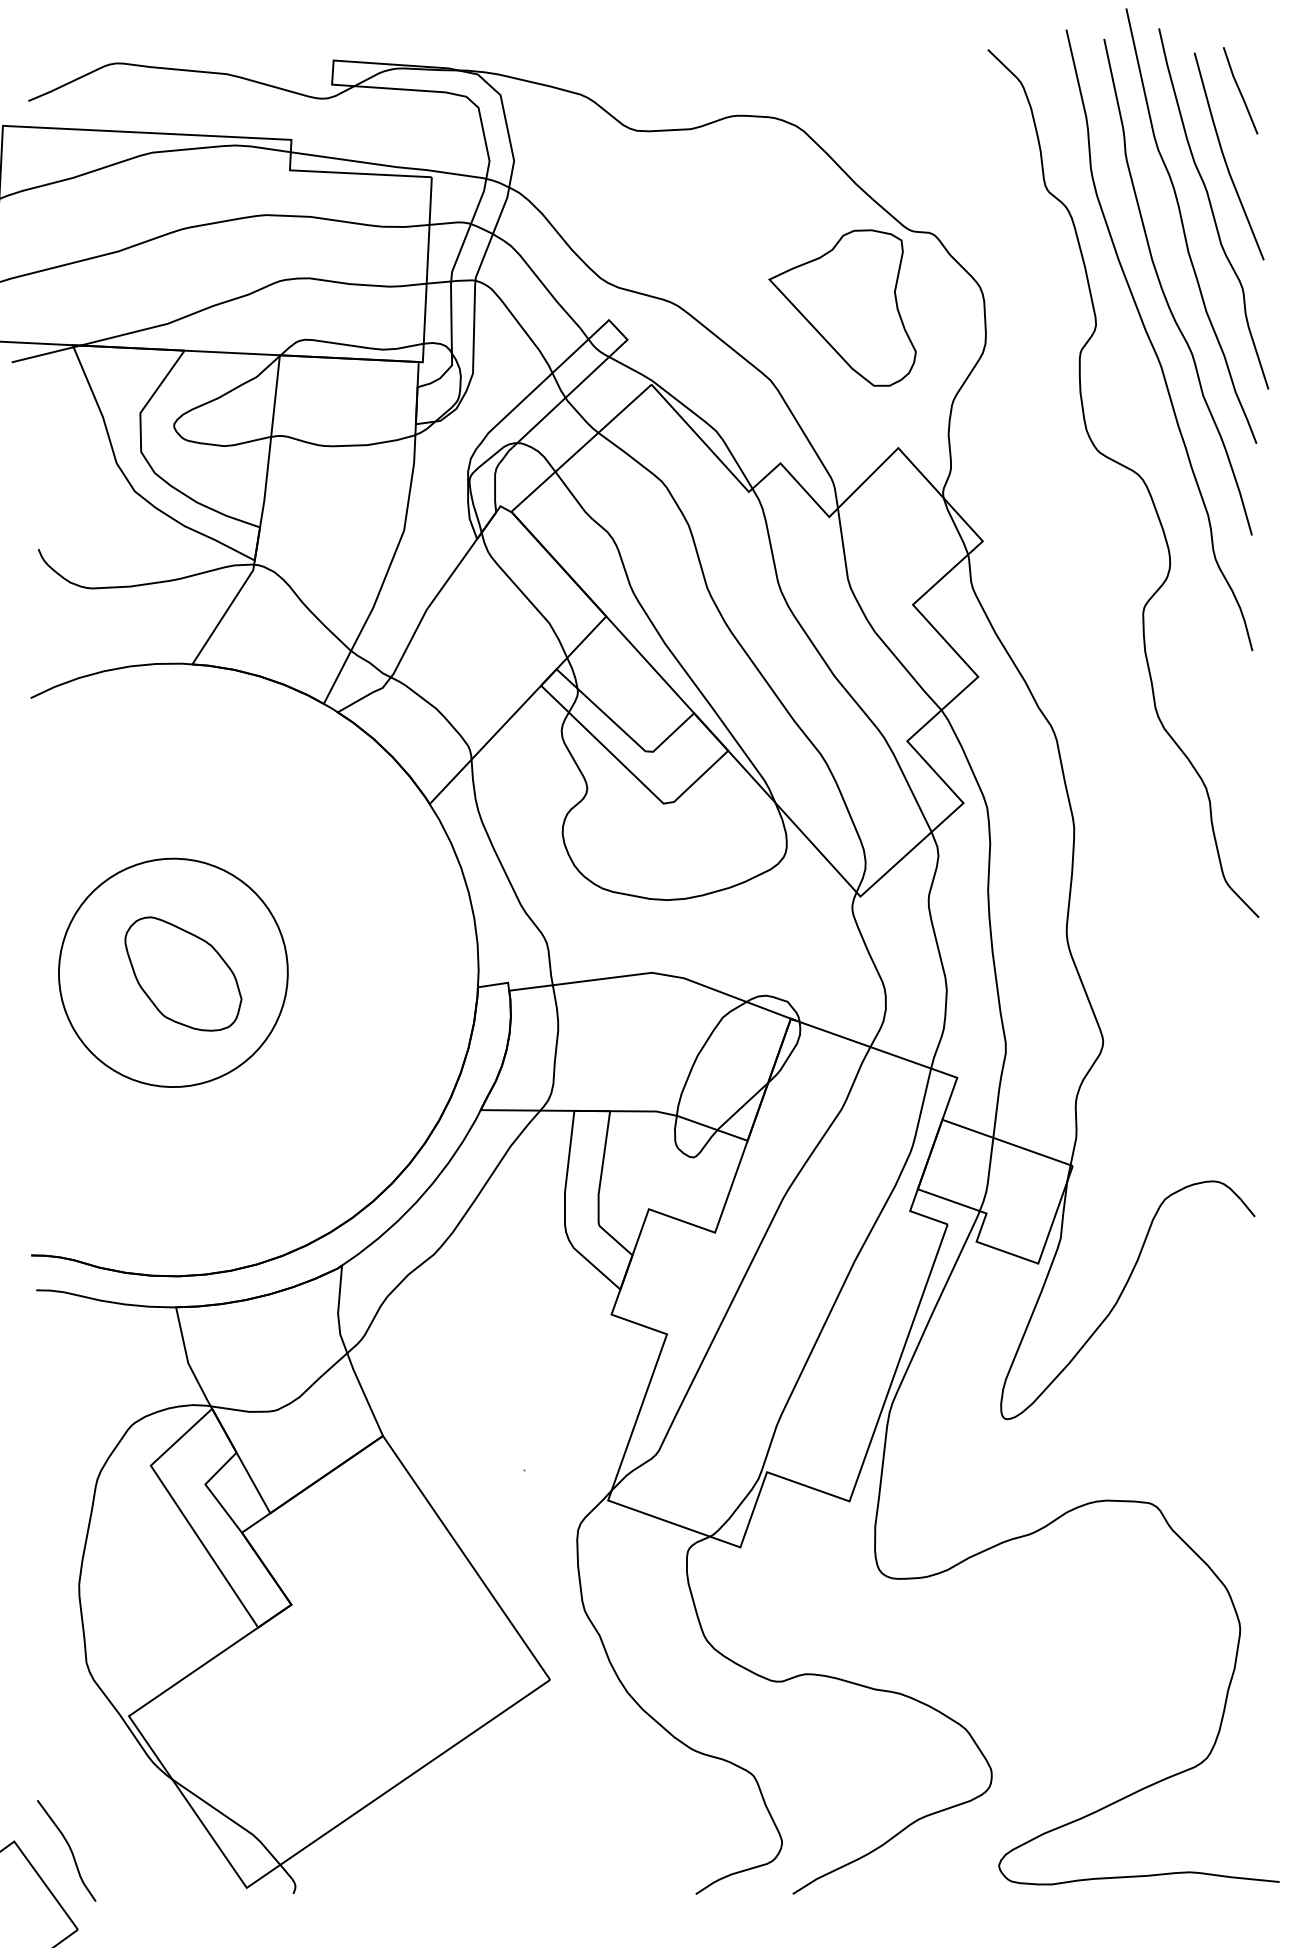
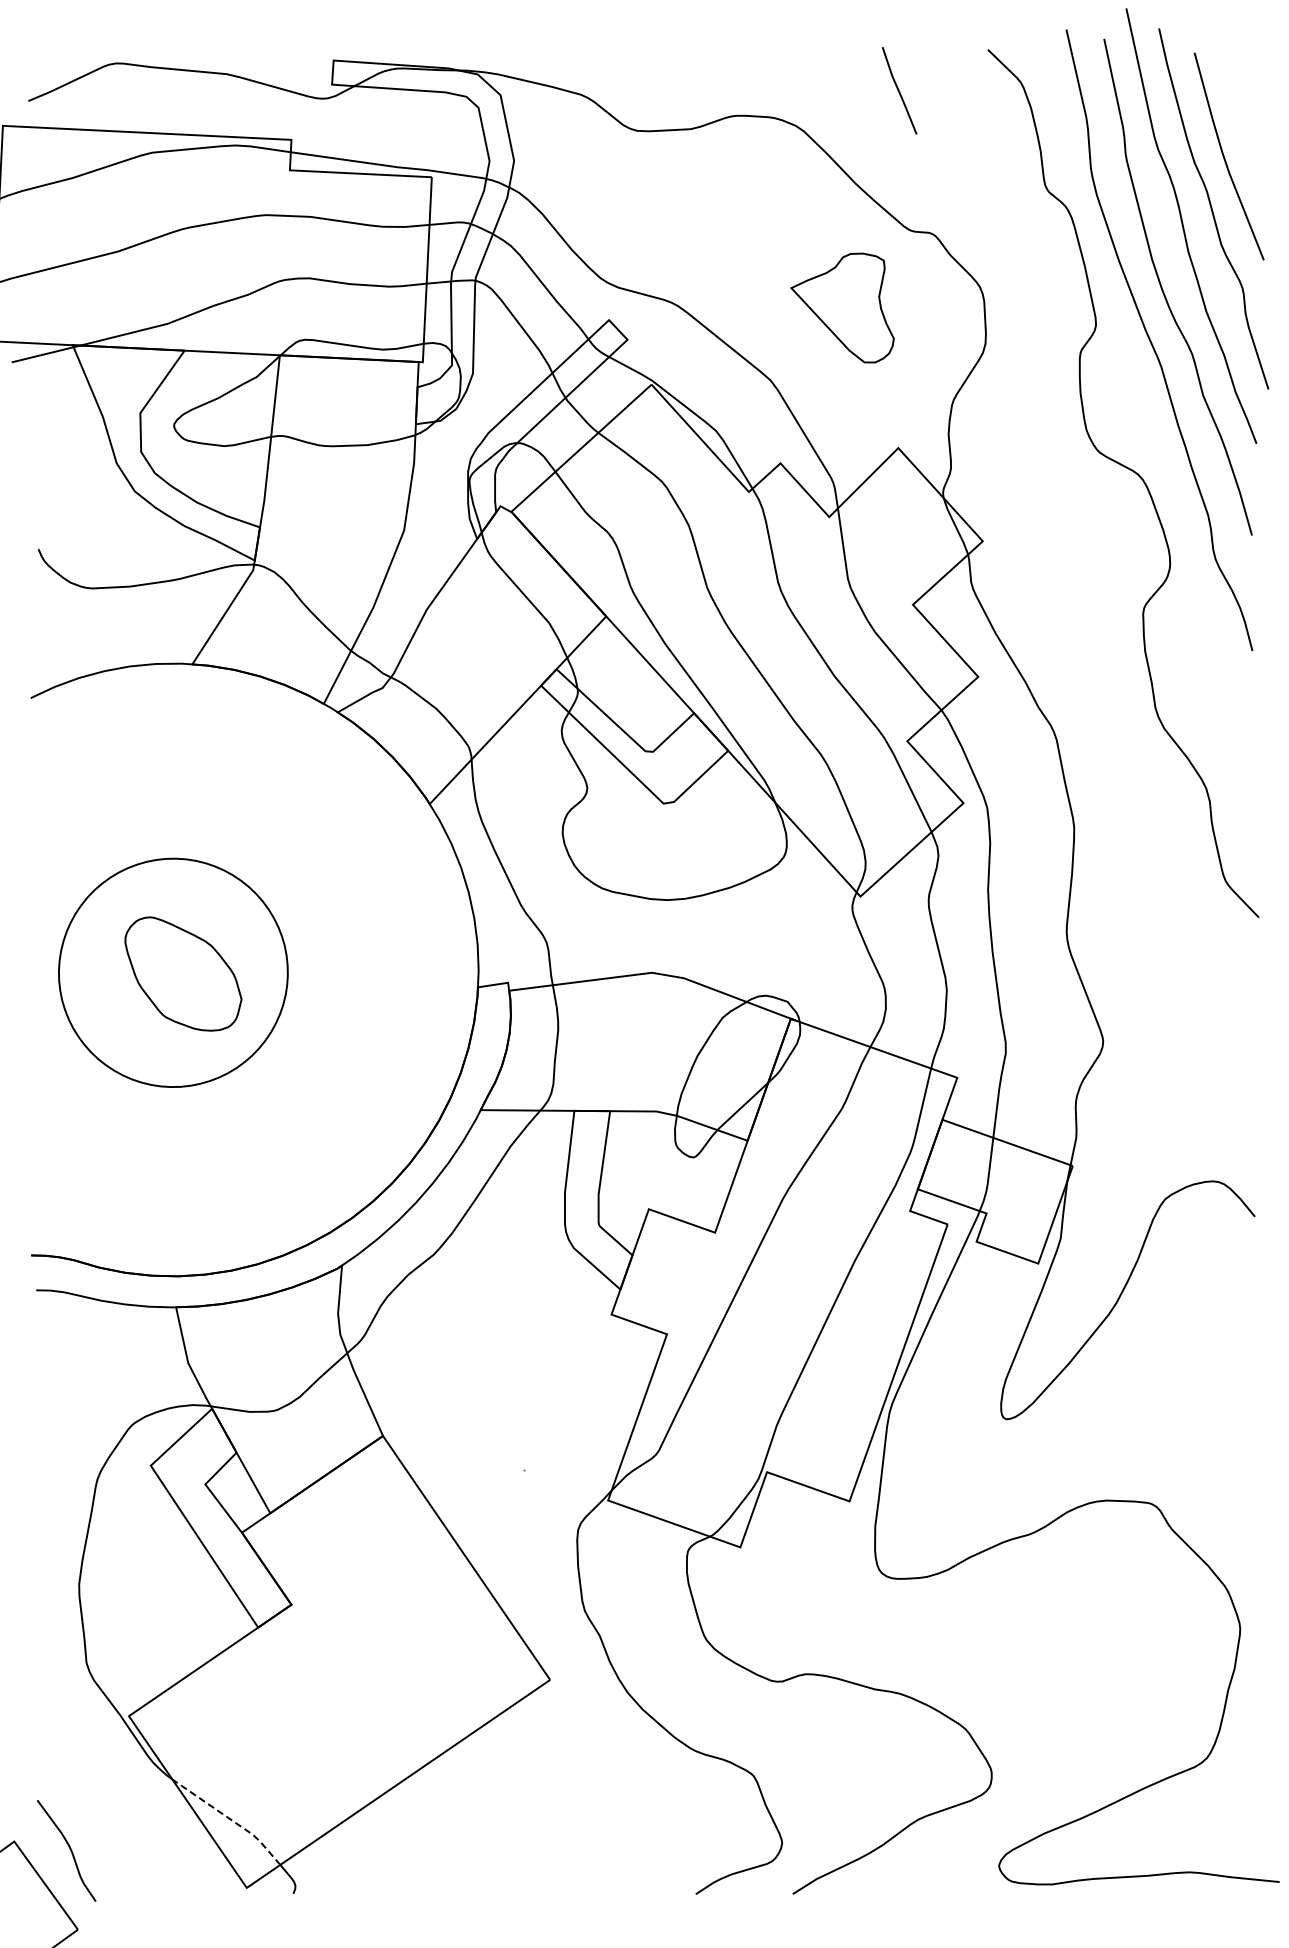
line at (1240, 90) position: (1240, 90) -> (899, 90)
part at (842, 307) size: 149x158 px -> 105x112 px
line at (230, 1819): solid -> dashed
